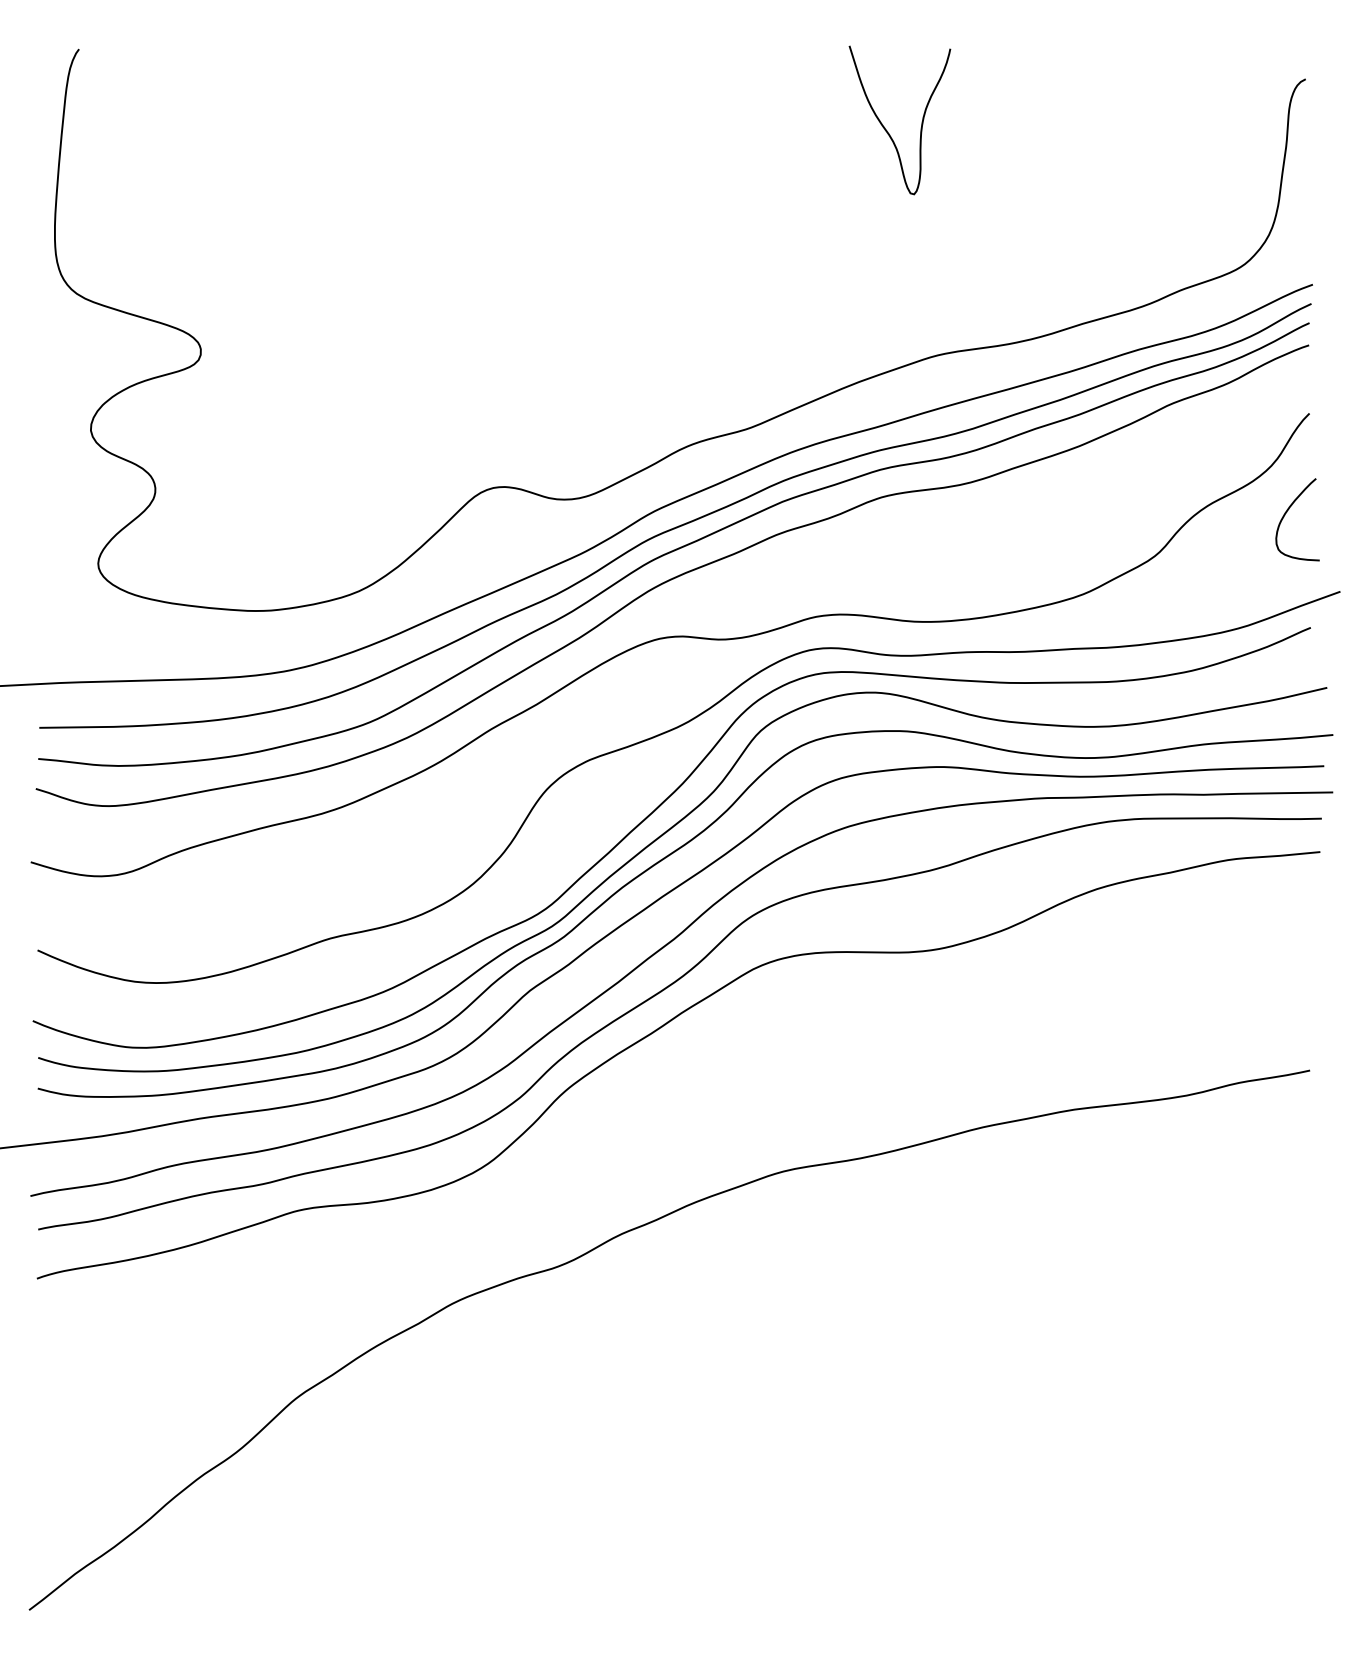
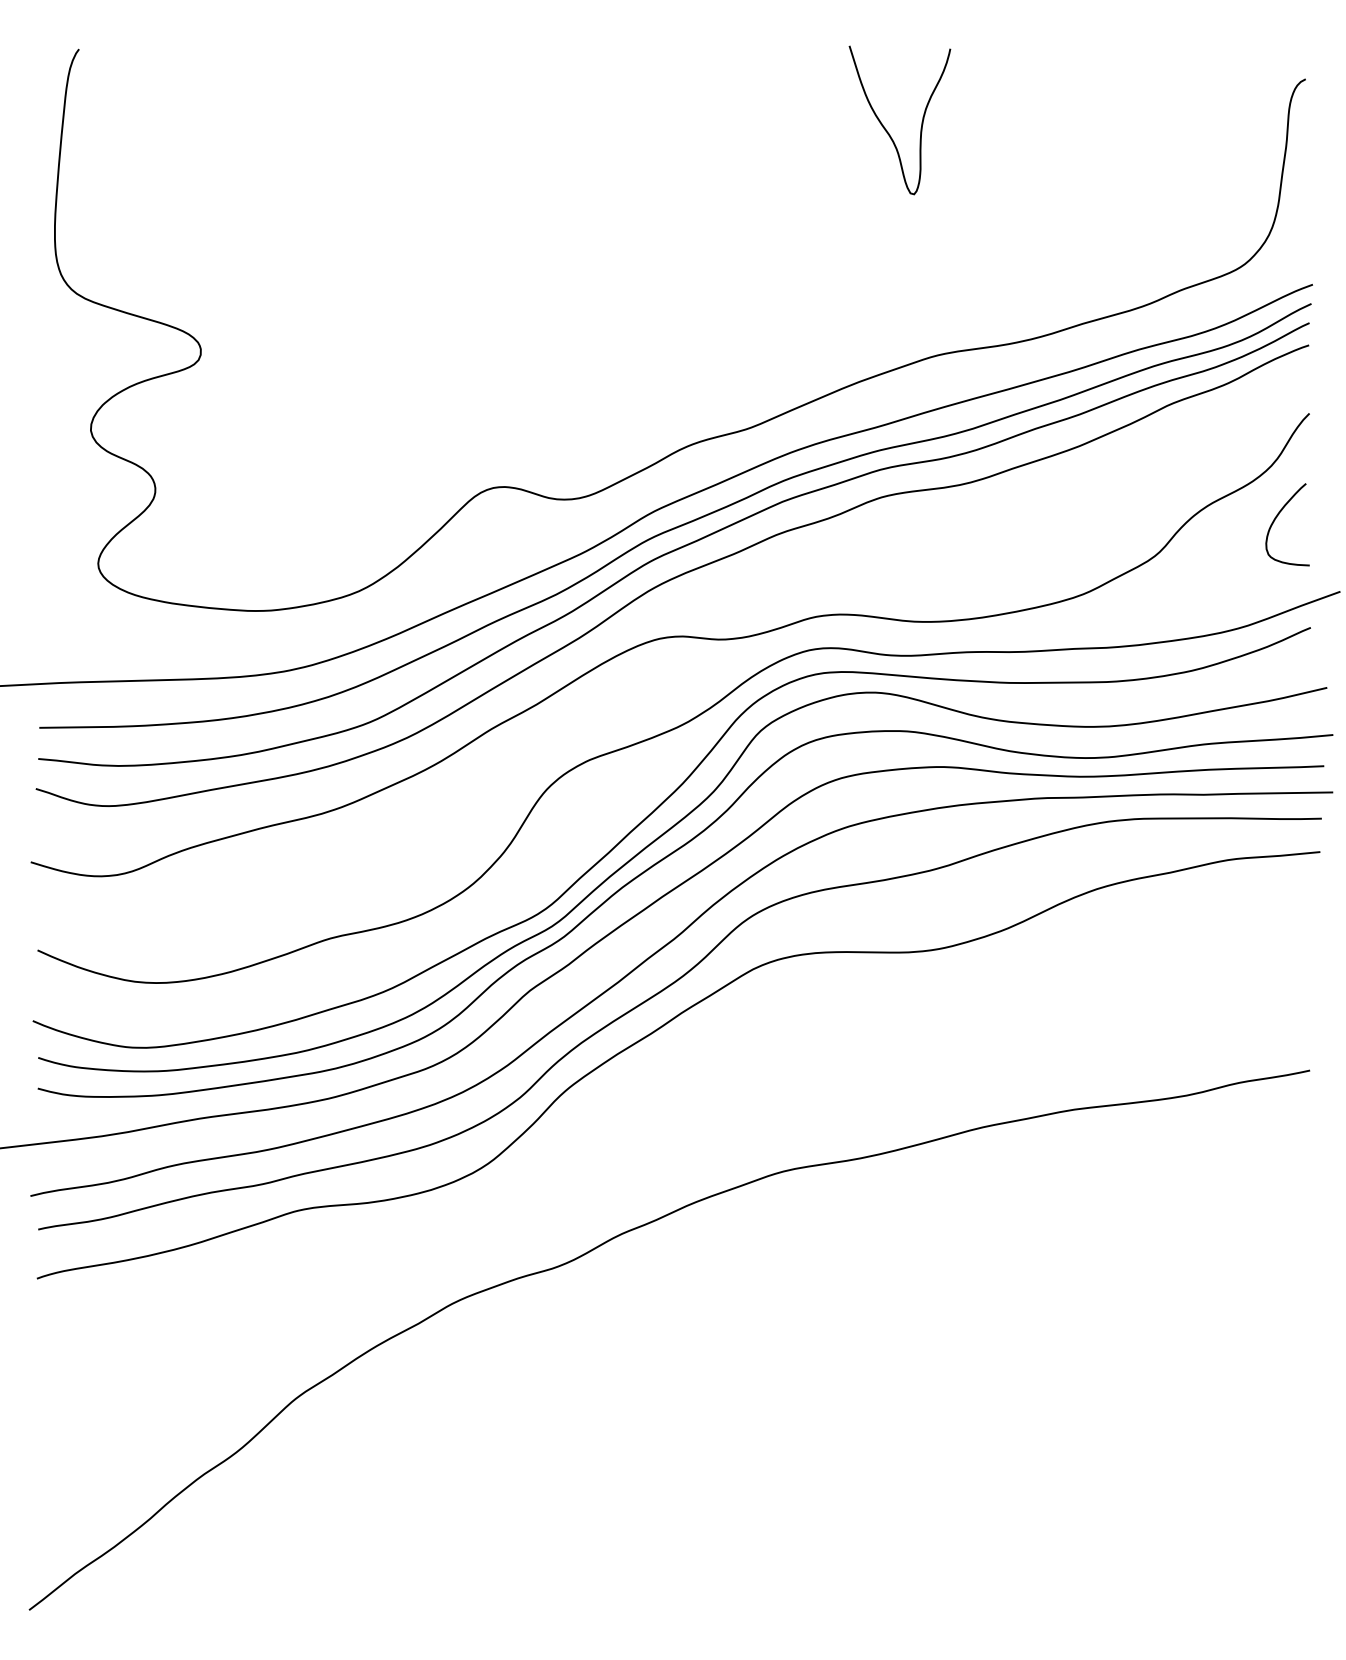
curve at (1287, 512) position: (1287, 512) -> (1277, 517)
